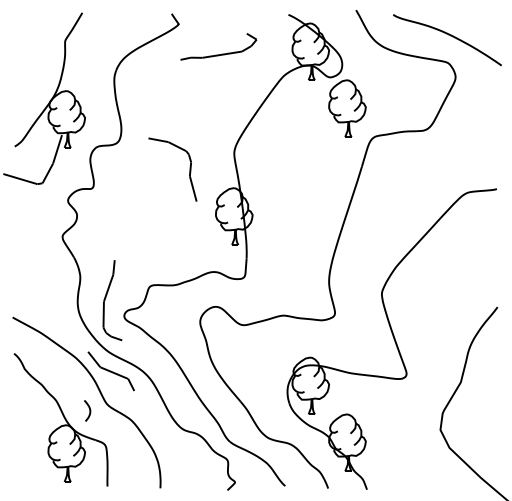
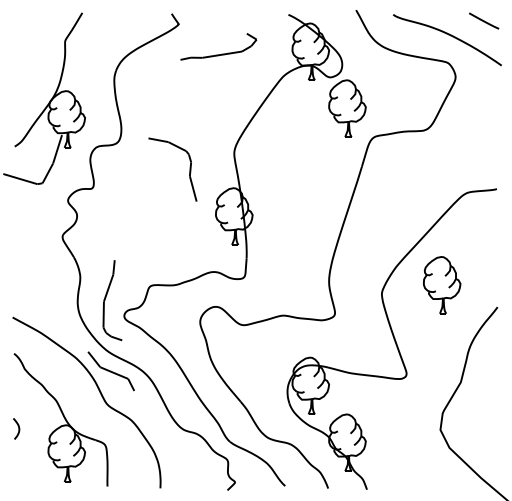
line at (484, 20): none -> present
part at (442, 285): none -> present
curve at (89, 410) position: (89, 410) -> (18, 428)
